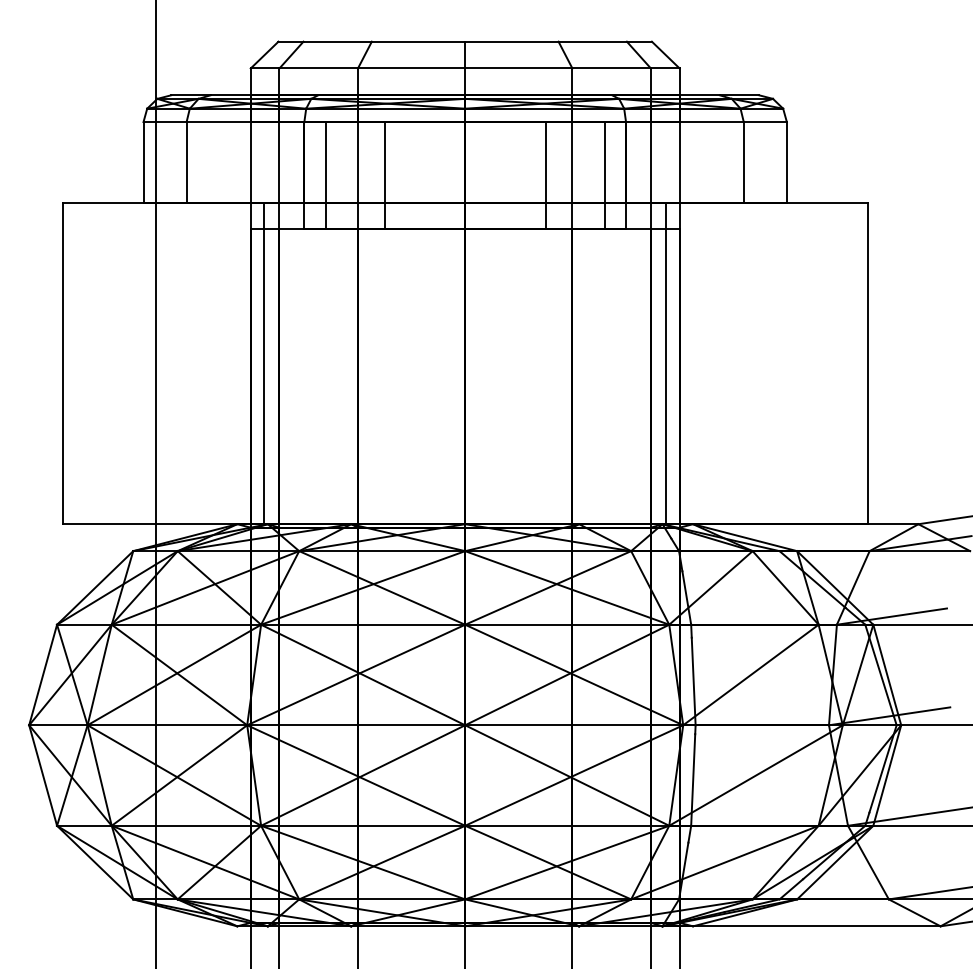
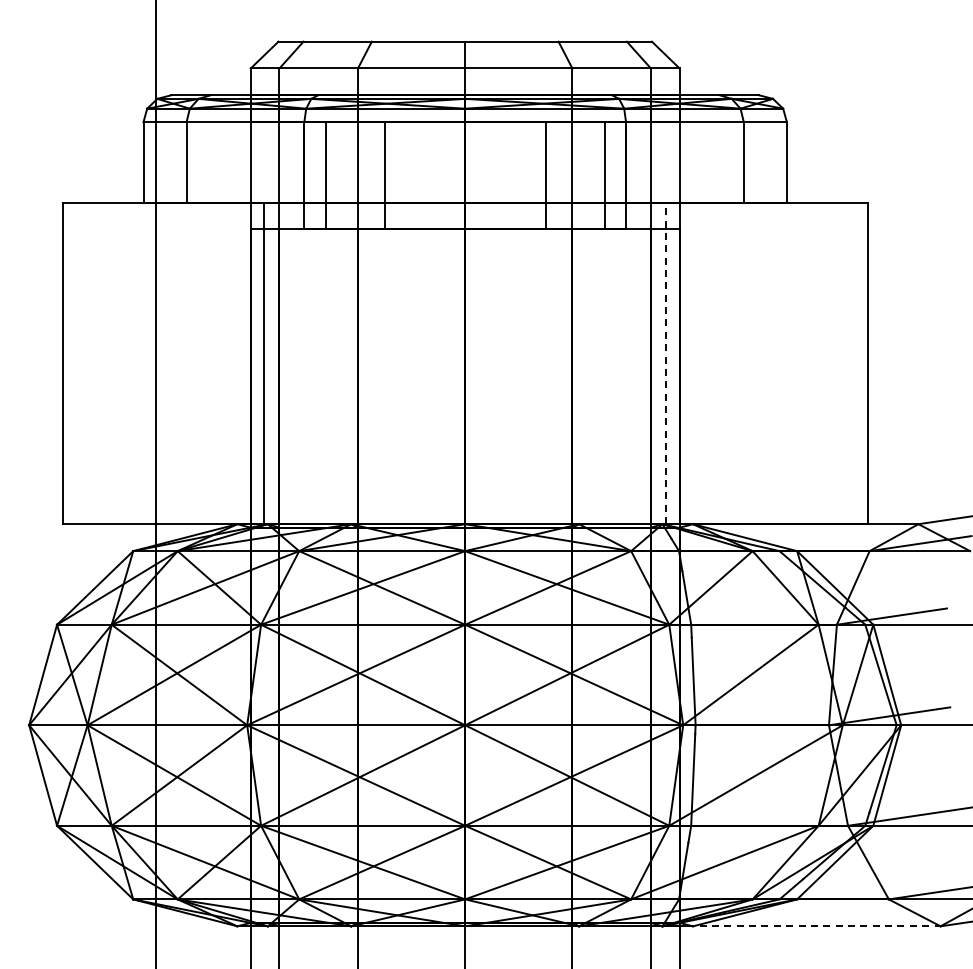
line at (666, 363): solid -> dashed
line at (802, 926): solid -> dashed
